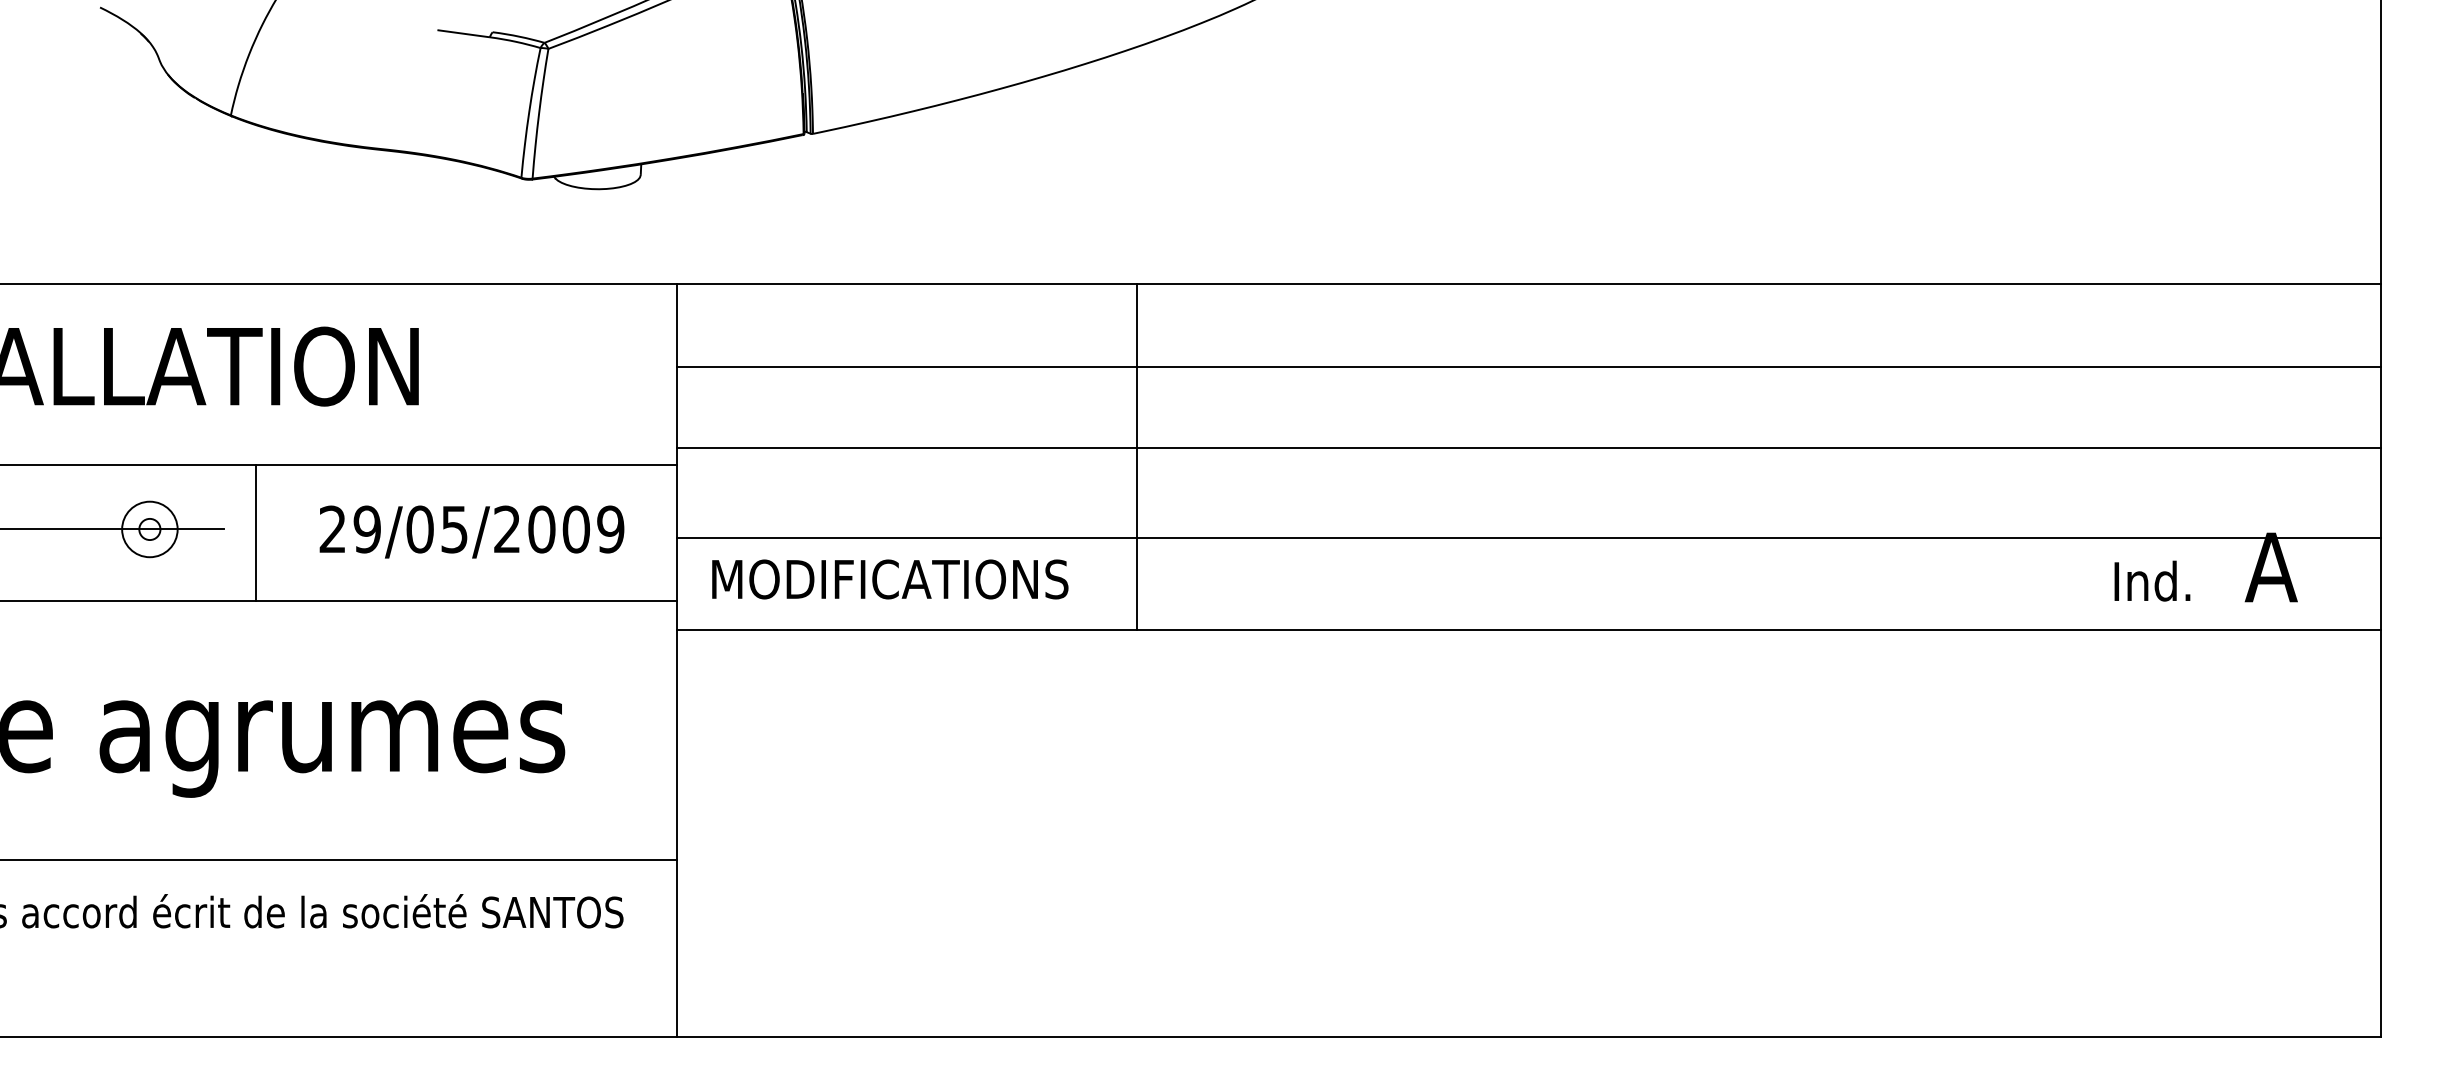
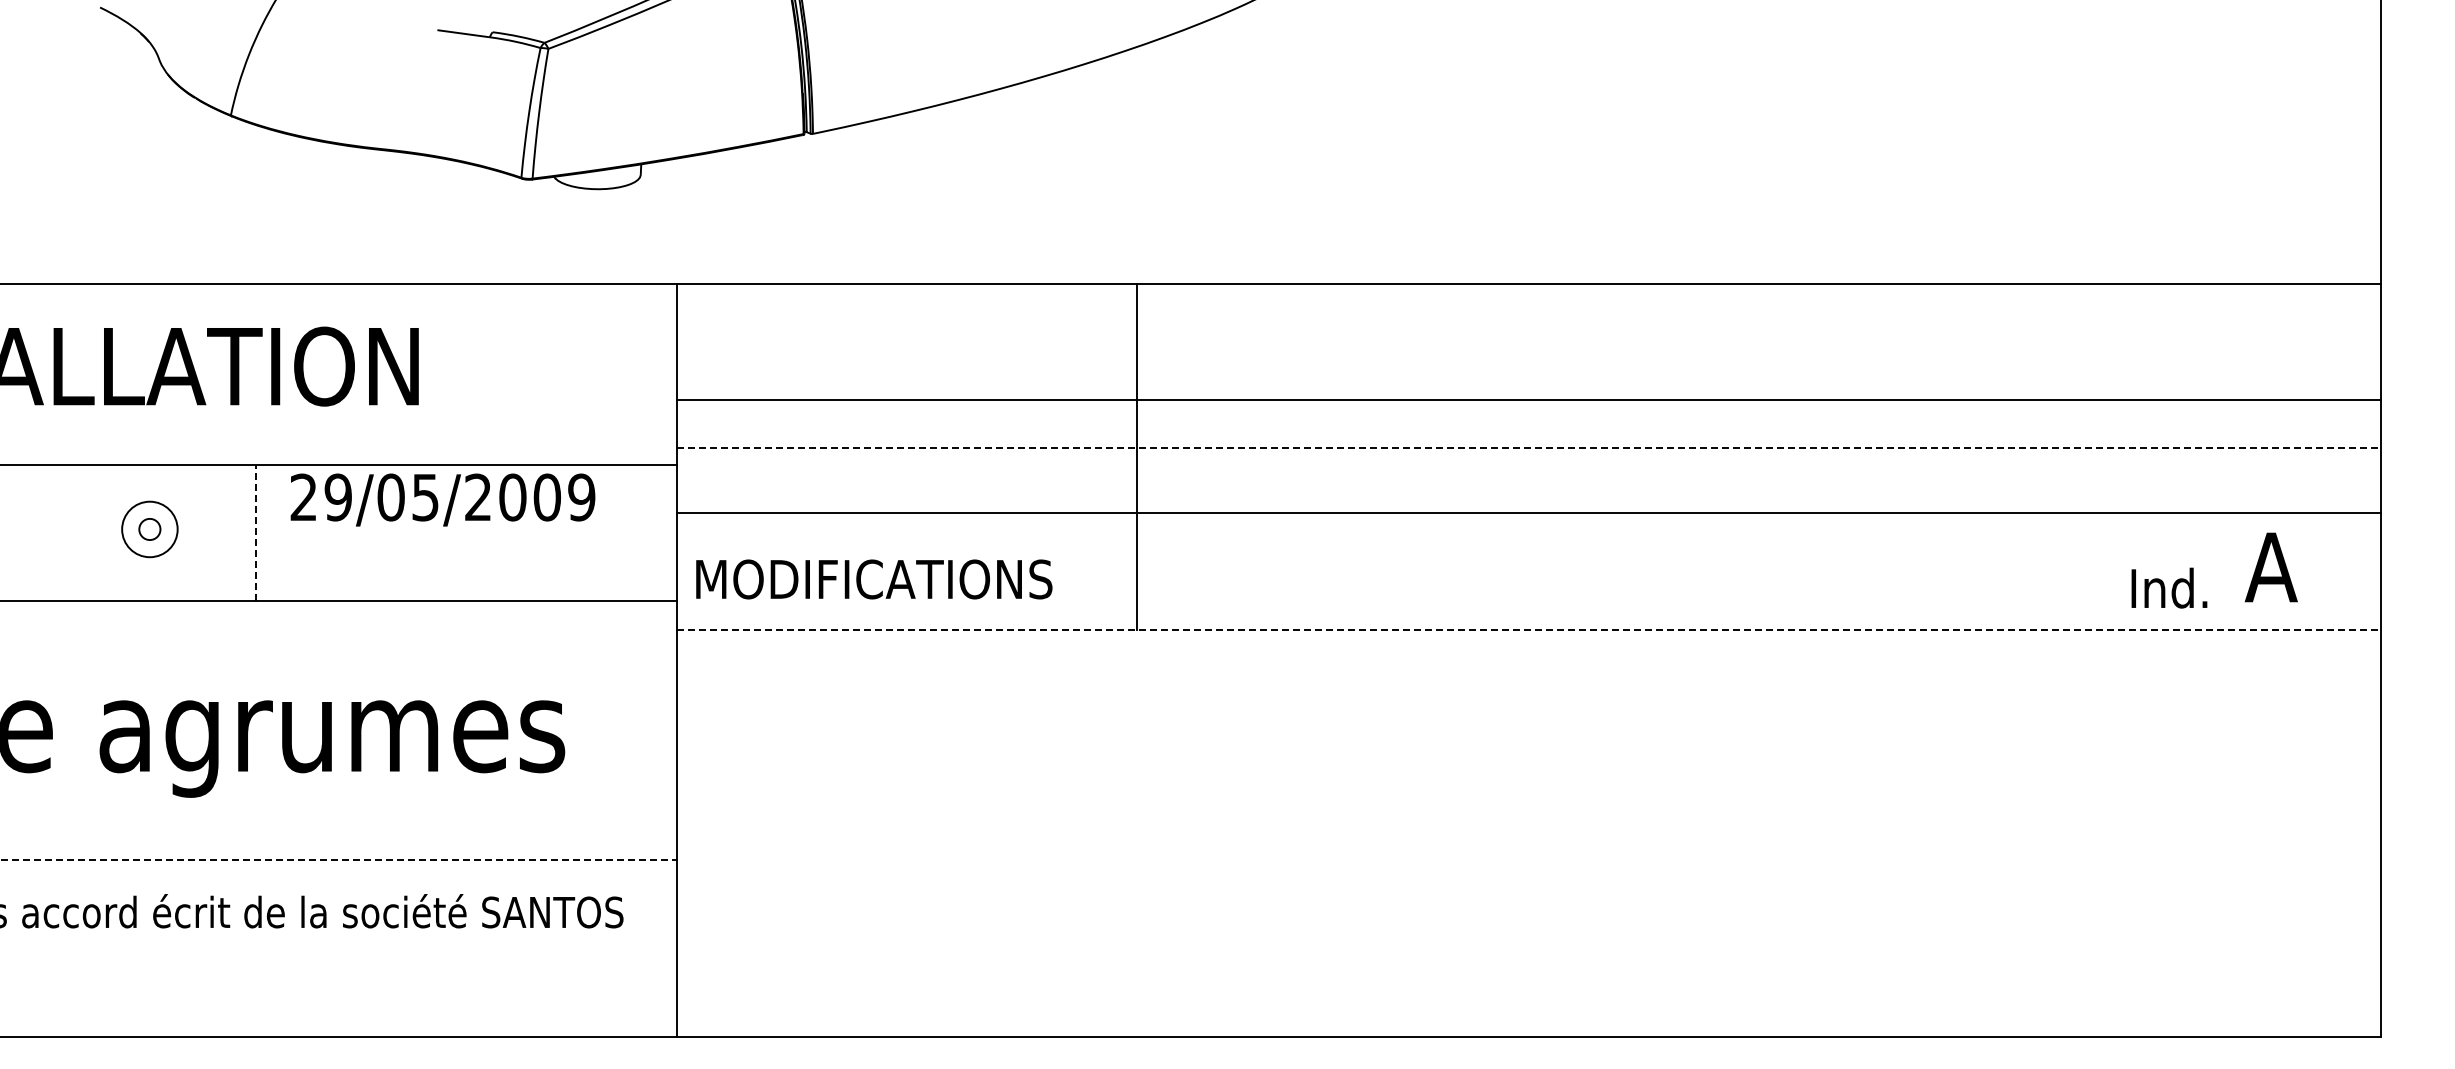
line at (1528, 366) position: (1528, 366) -> (1528, 399)
line at (1529, 447): solid -> dashed
line at (112, 529): present -> none
text at (471, 531) position: (471, 531) -> (442, 499)
line at (256, 532): solid -> dashed
line at (1528, 538) position: (1528, 538) -> (1528, 513)
text at (890, 579) position: (890, 579) -> (874, 579)
text at (2152, 580) position: (2152, 580) -> (2169, 587)
line at (1529, 630): solid -> dashed
line at (338, 859): solid -> dashed
